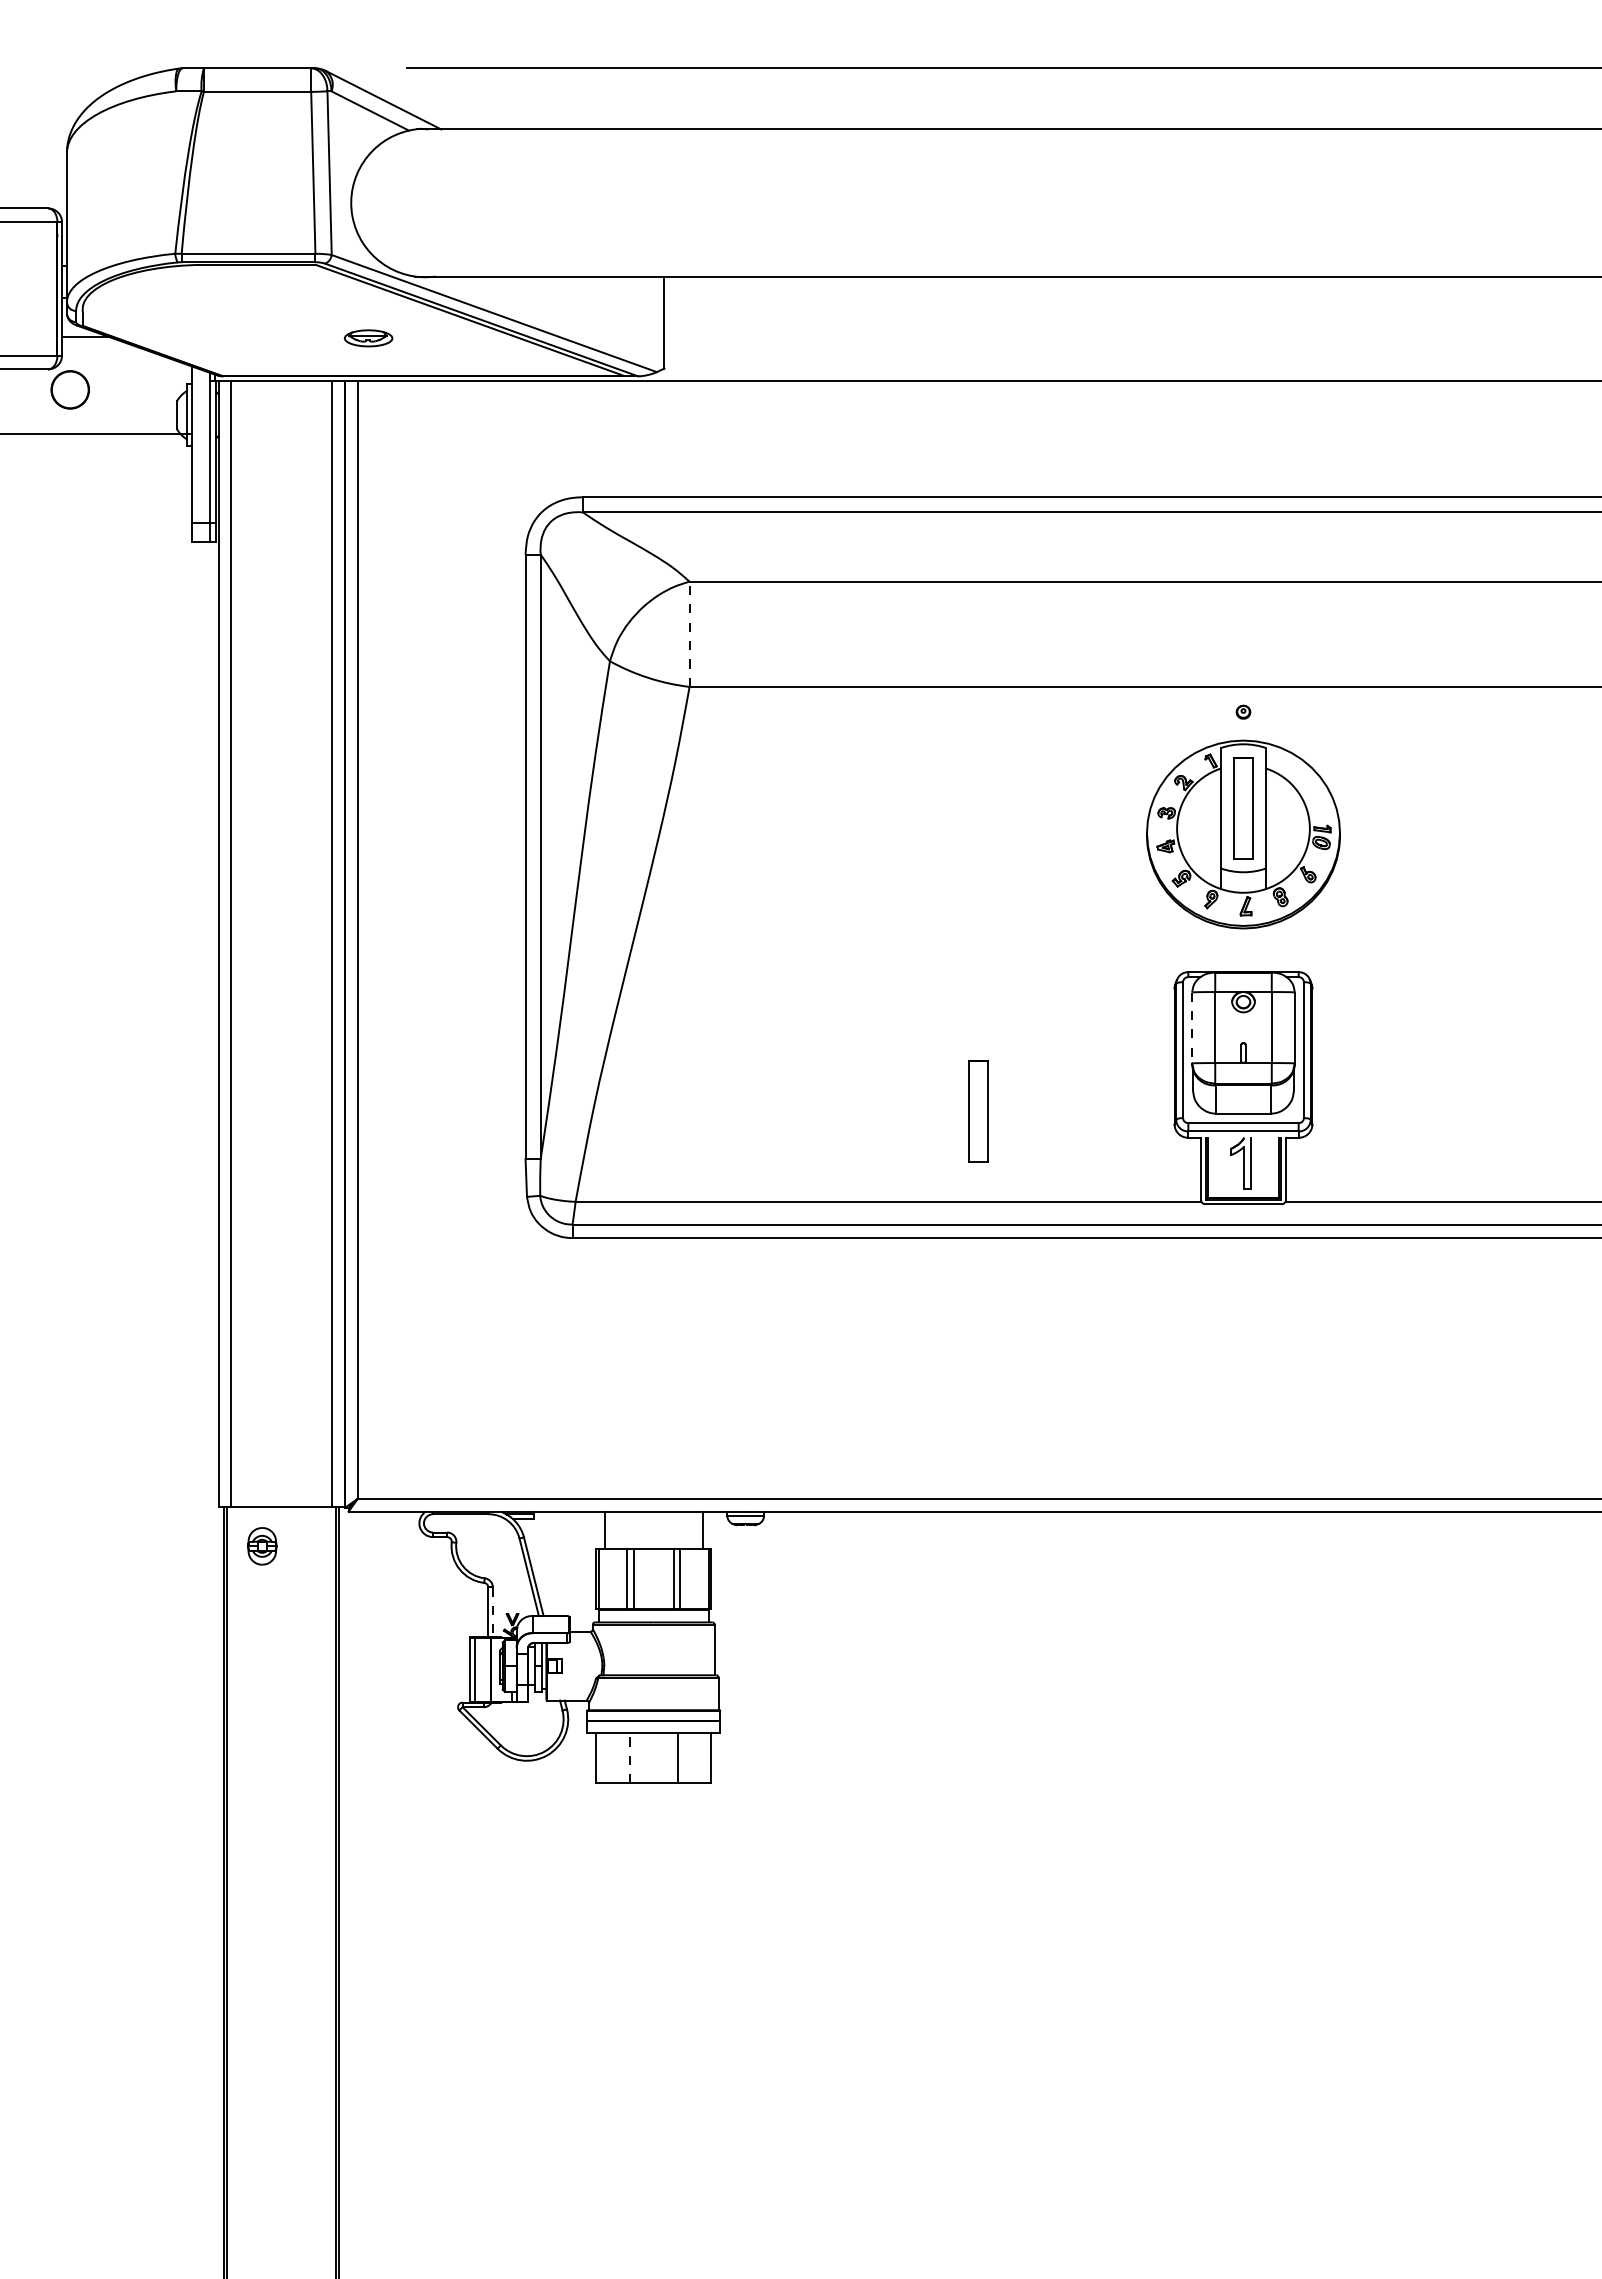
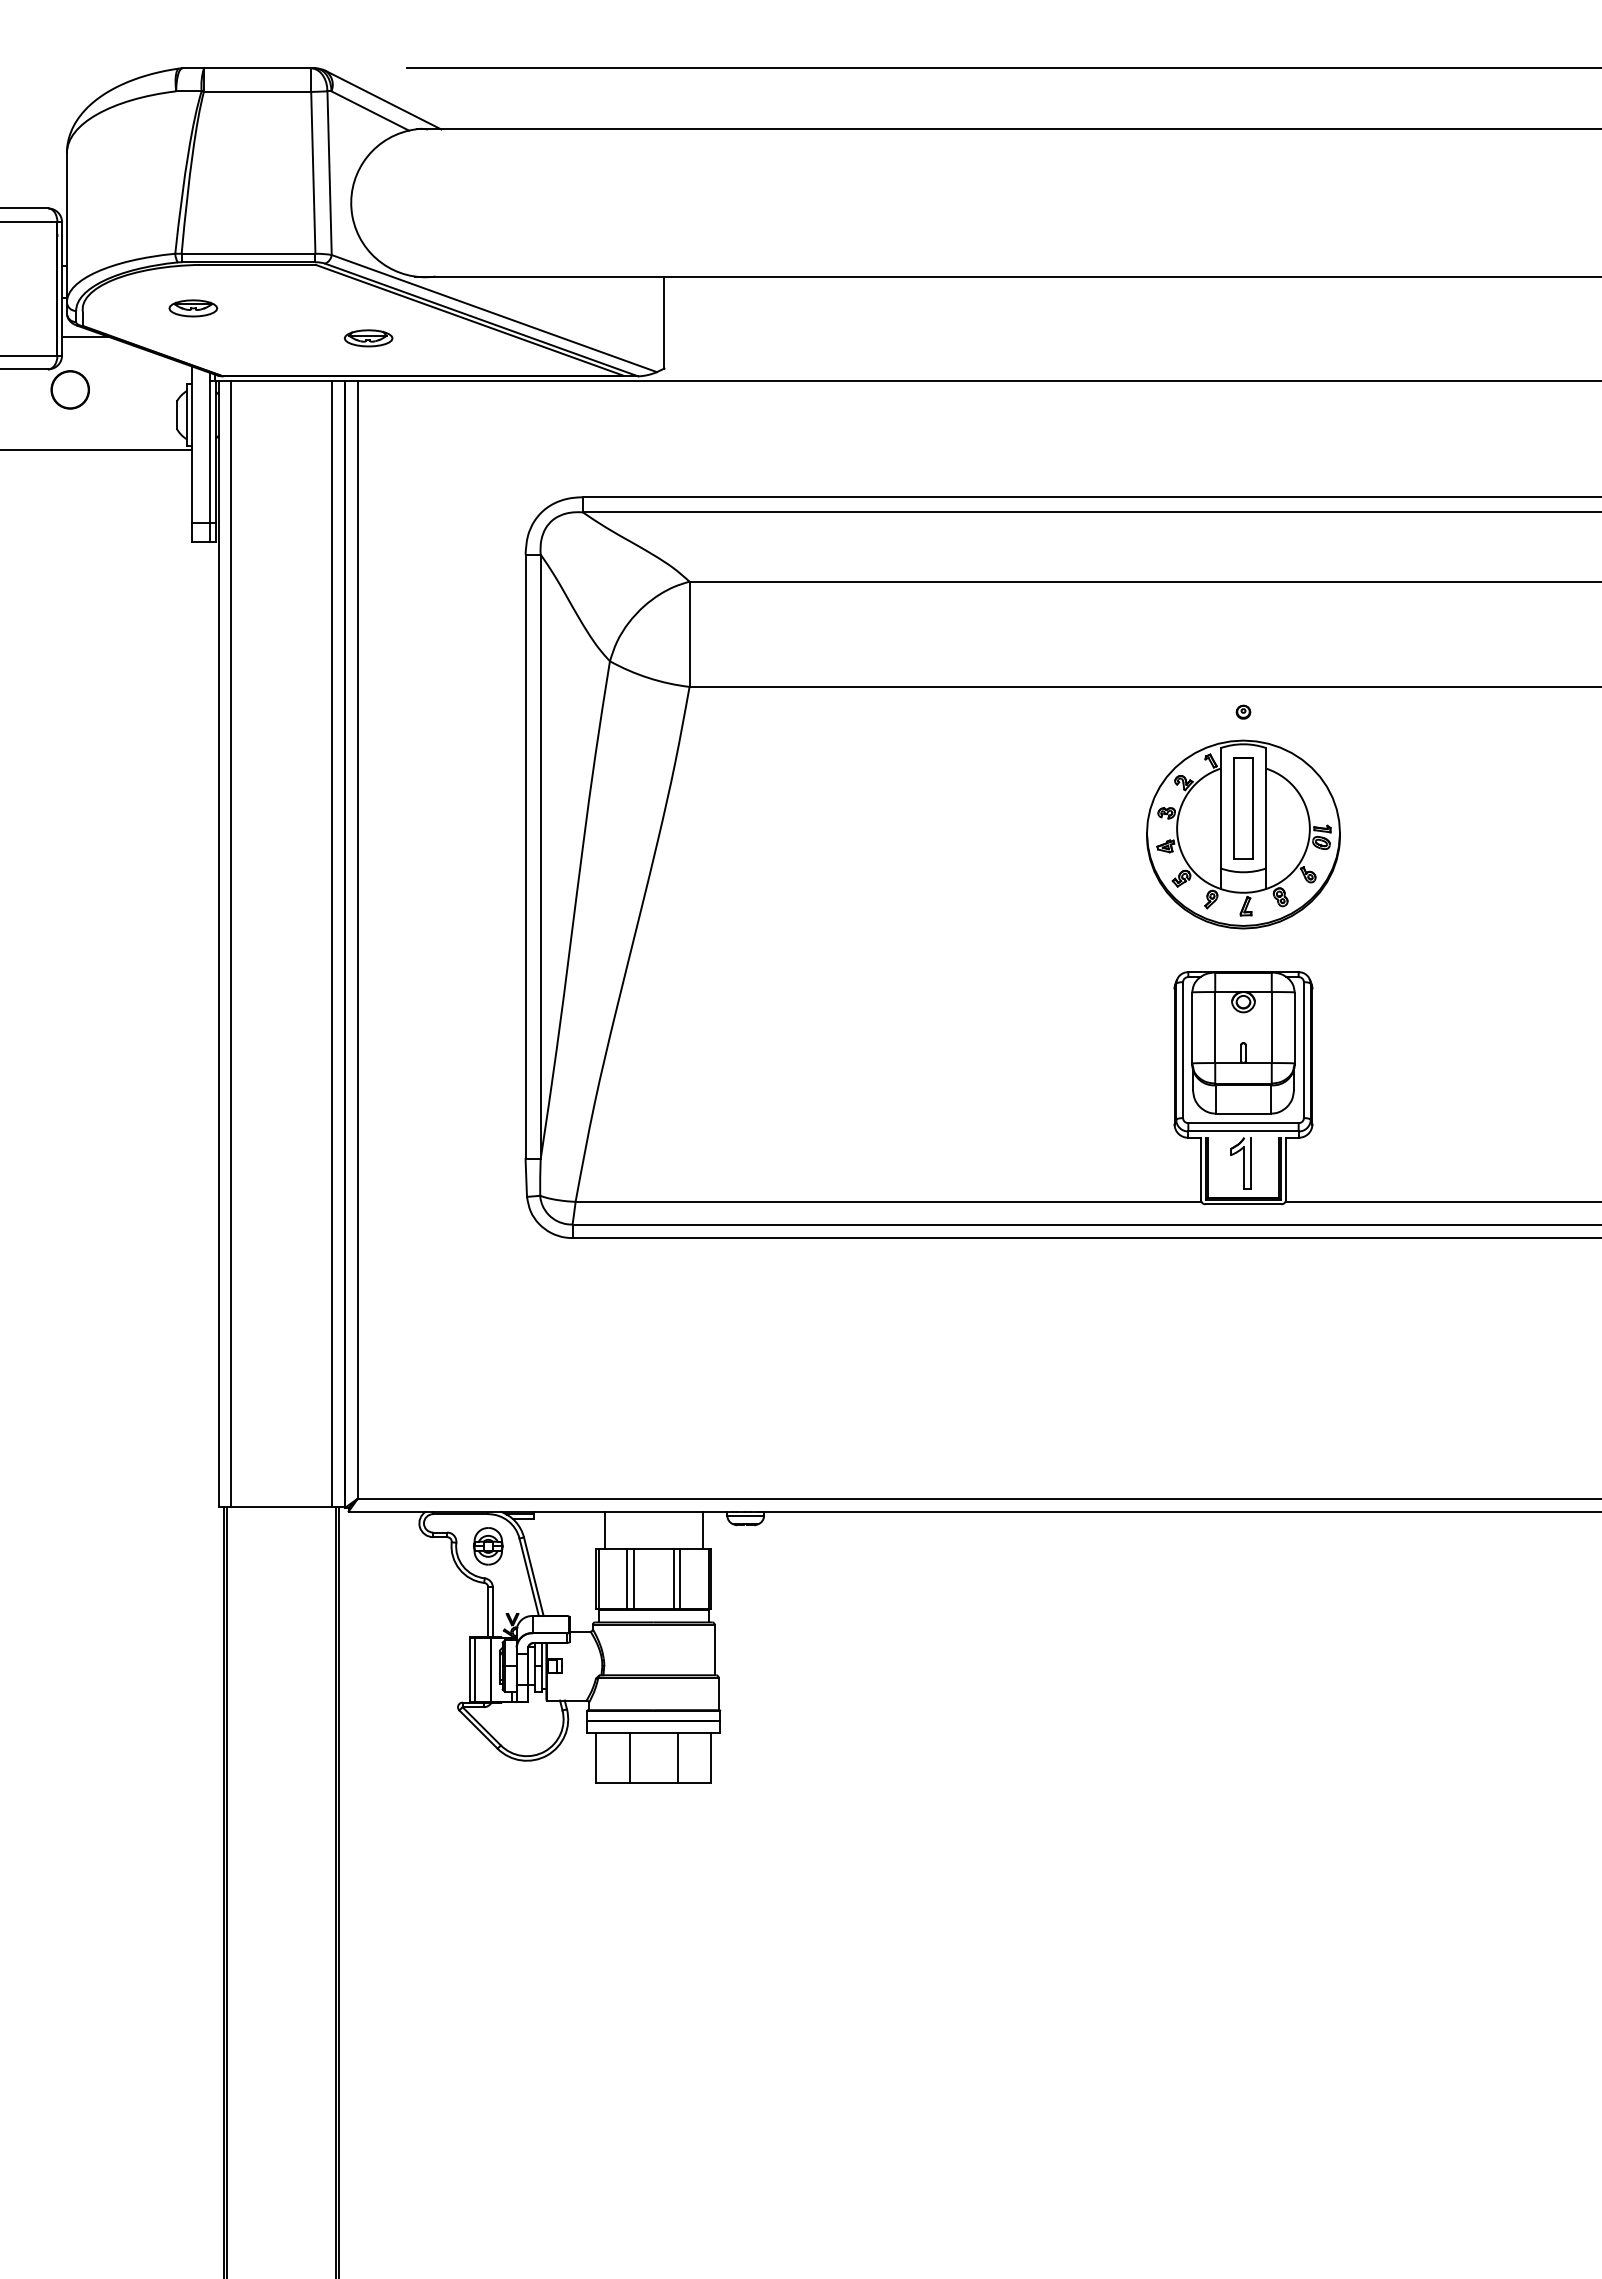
part at (193, 308): none -> present
line at (97, 433) position: (97, 433) -> (97, 449)
line at (689, 634): dashed -> solid
line at (1192, 1028): dashed -> solid
part at (978, 1111): present -> none
part at (262, 1546) position: (262, 1546) -> (488, 1546)
line at (492, 1612): dashed -> solid
line at (629, 1757): dashed -> solid
